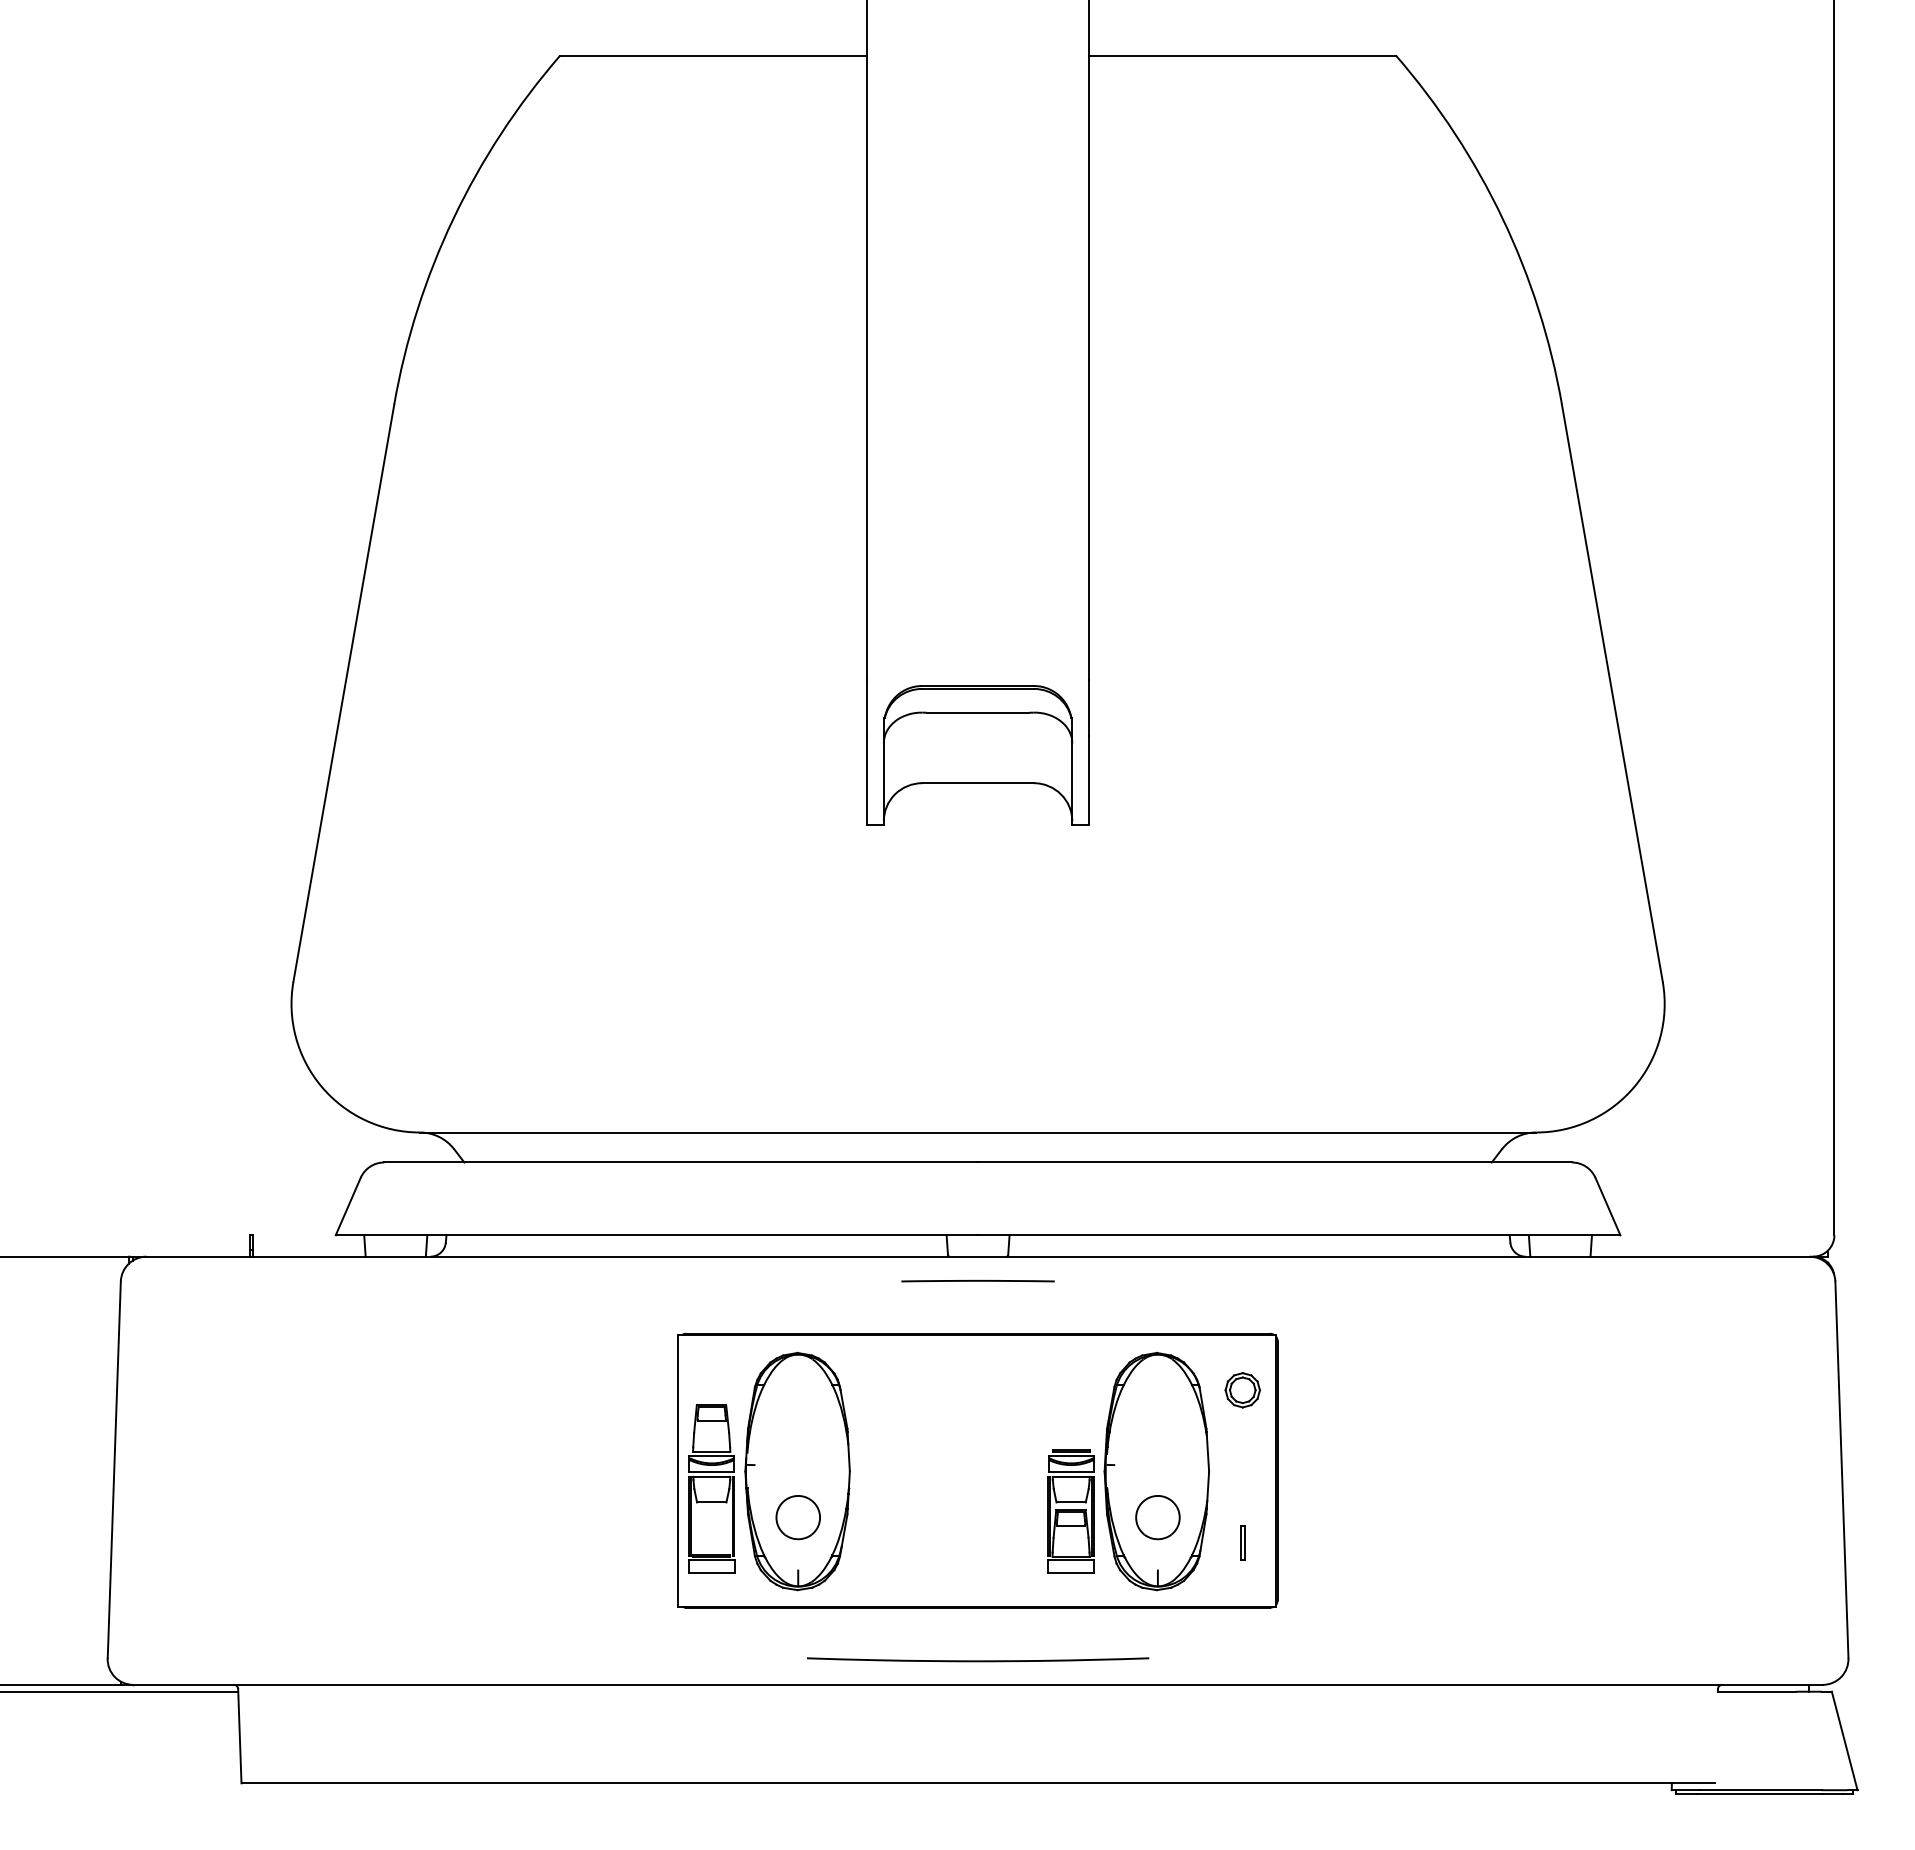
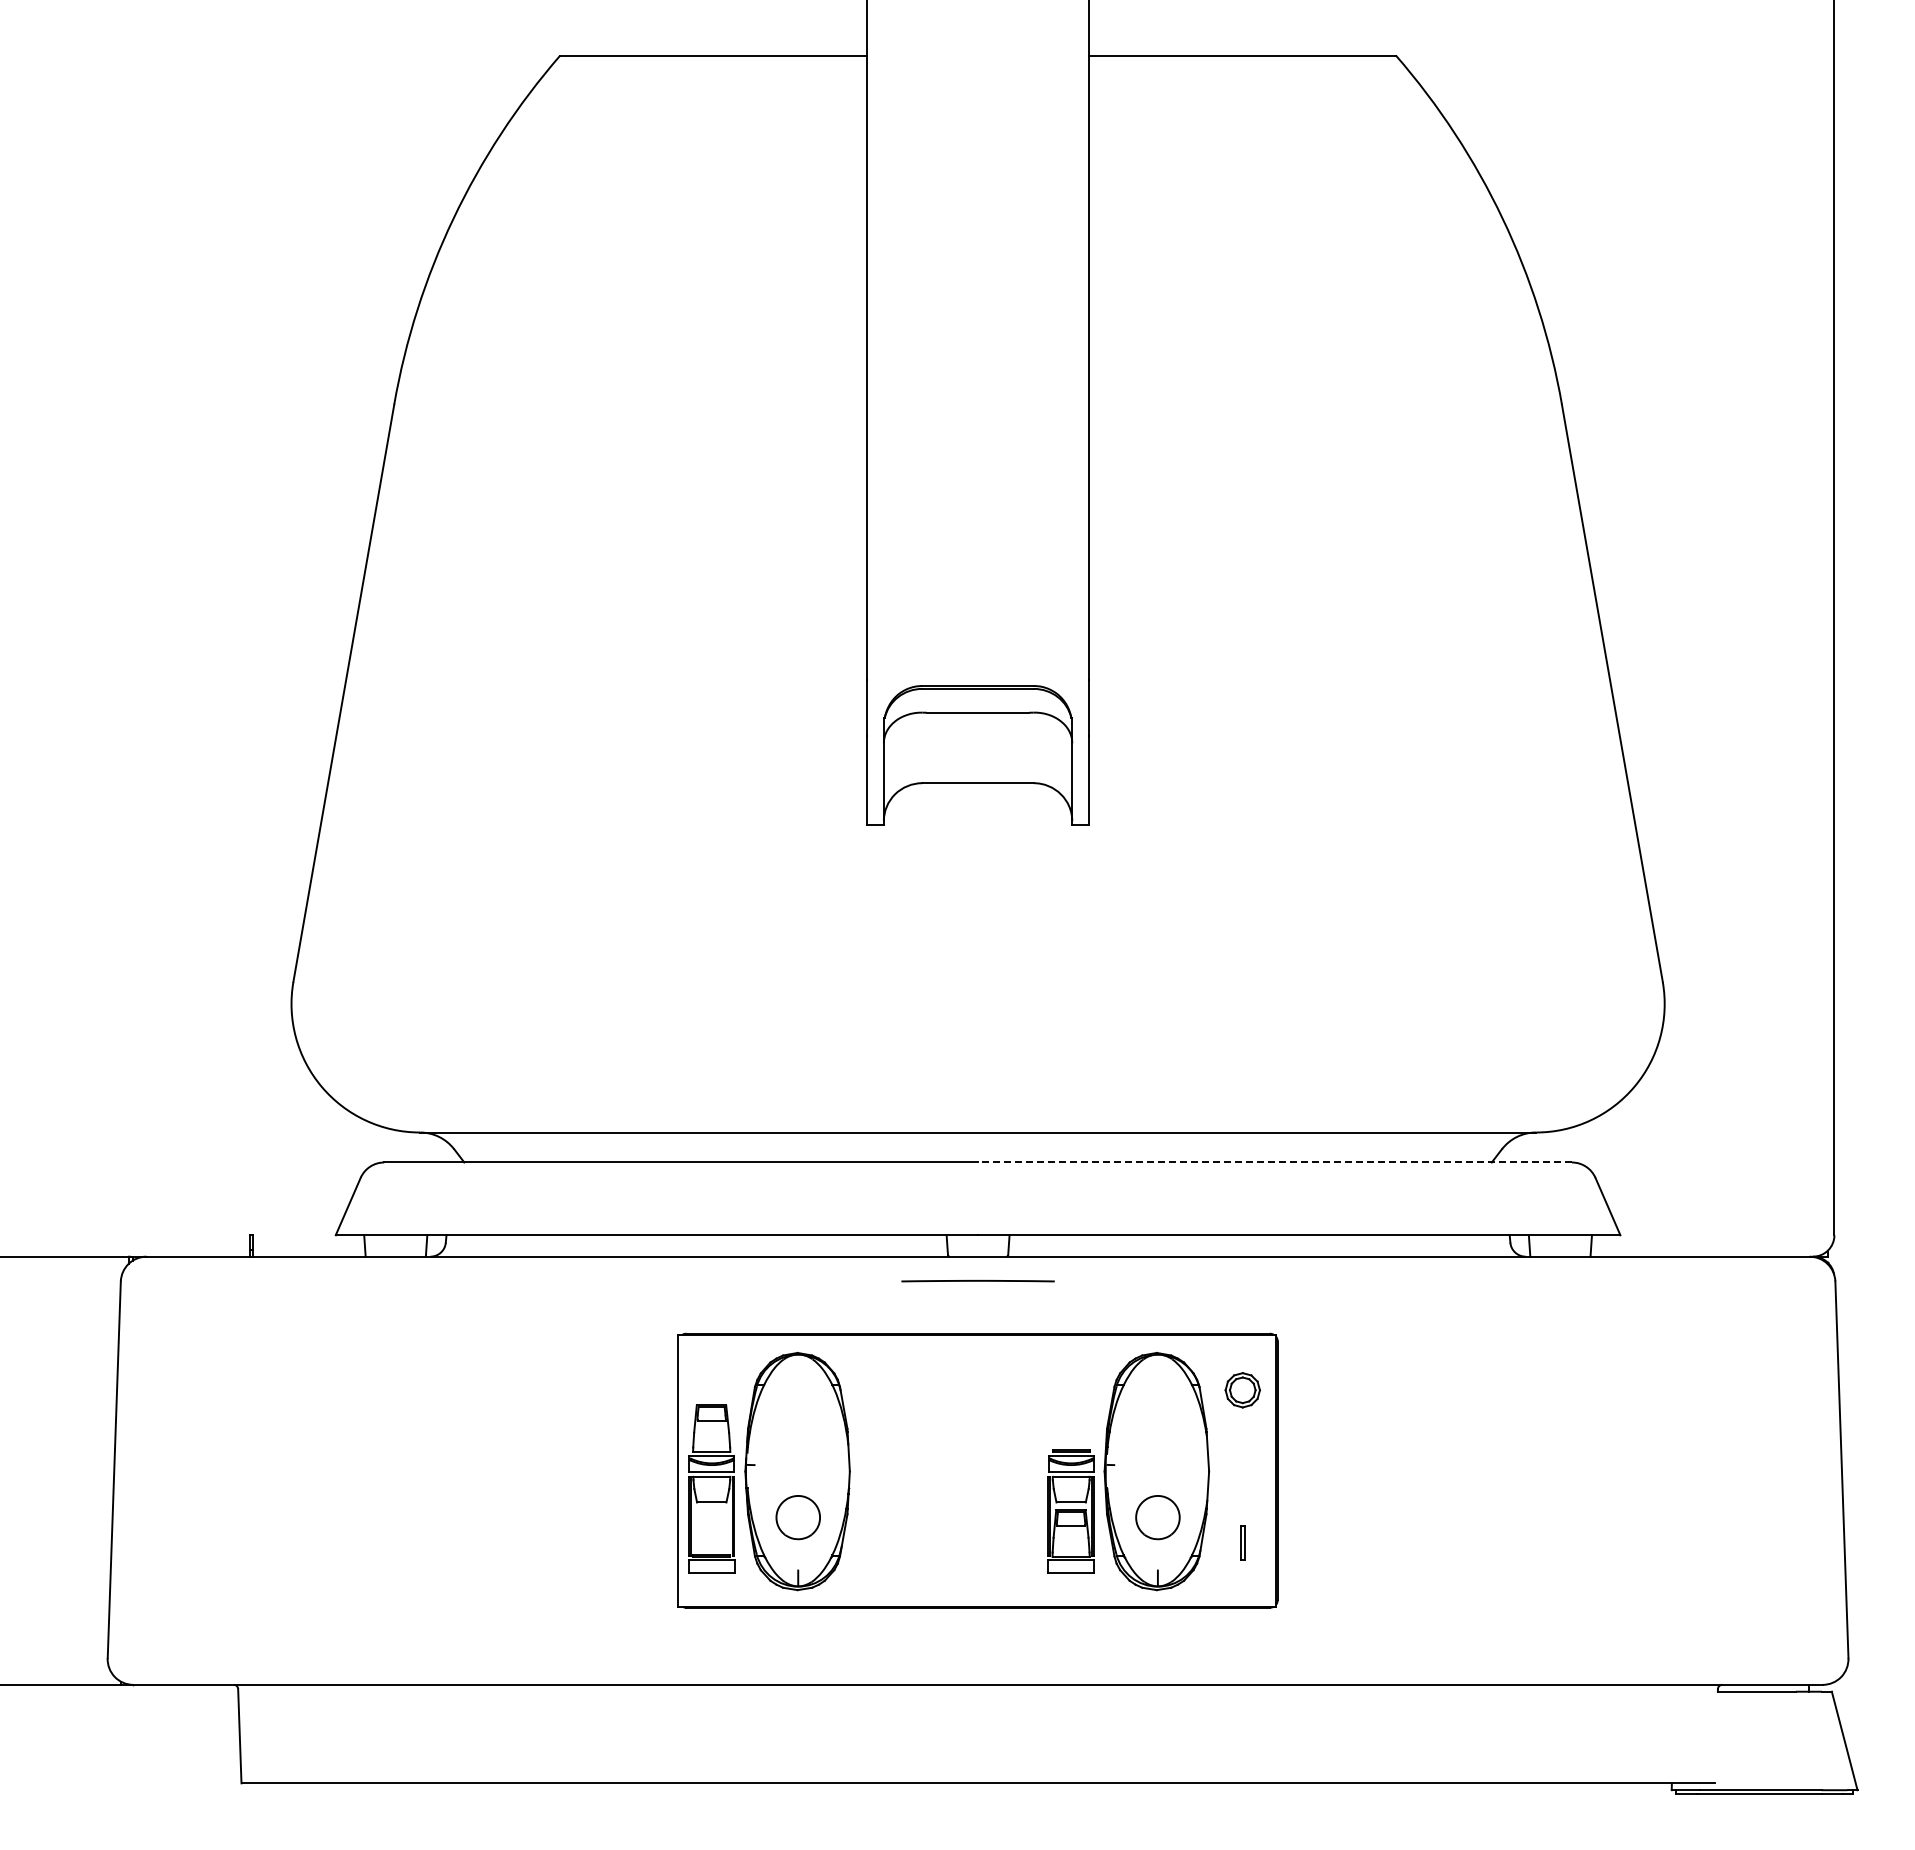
line at (1275, 1162): solid -> dashed
curve at (978, 1660): present -> none
line at (120, 1691): present -> none
